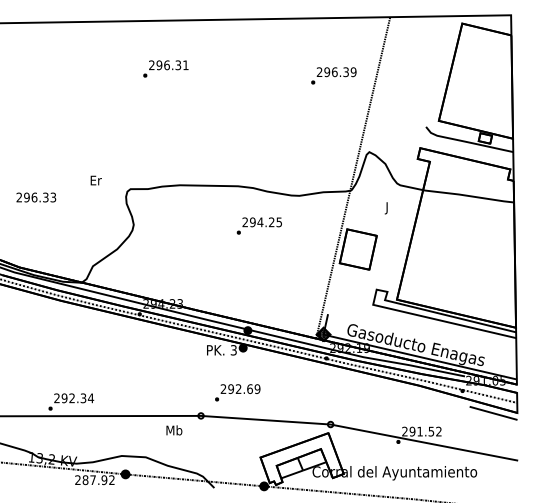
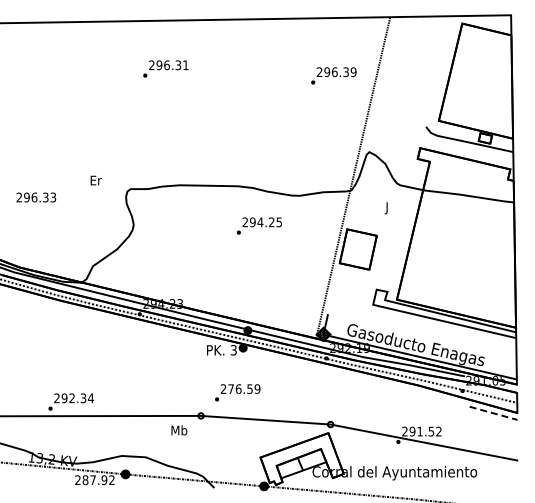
text at (240, 389): 292.69 -> 276.59
line at (493, 413): solid -> dashed
text at (174, 430) position: (174, 430) -> (179, 430)
